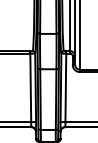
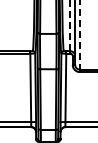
line at (70, 25): solid -> dashed
line at (80, 34): solid -> dashed
